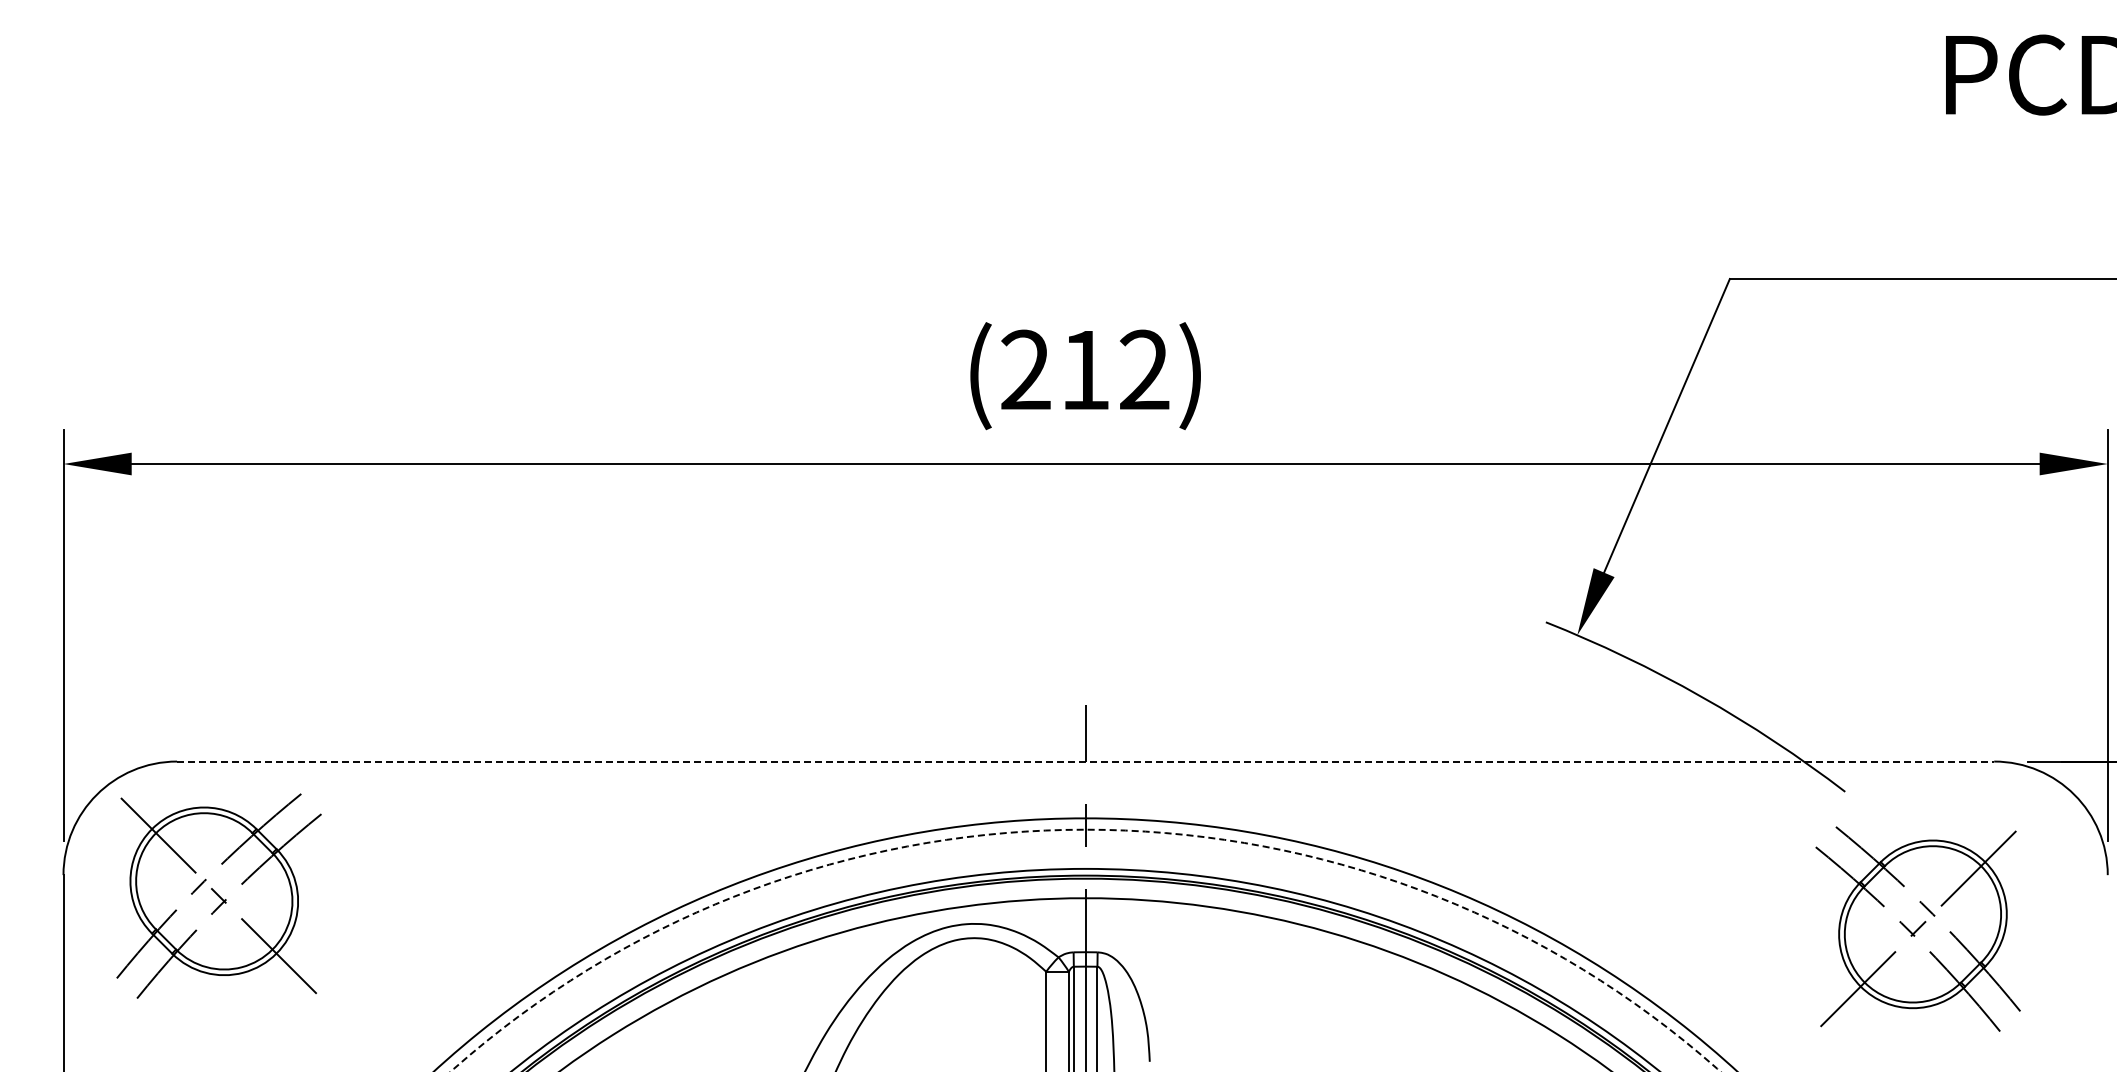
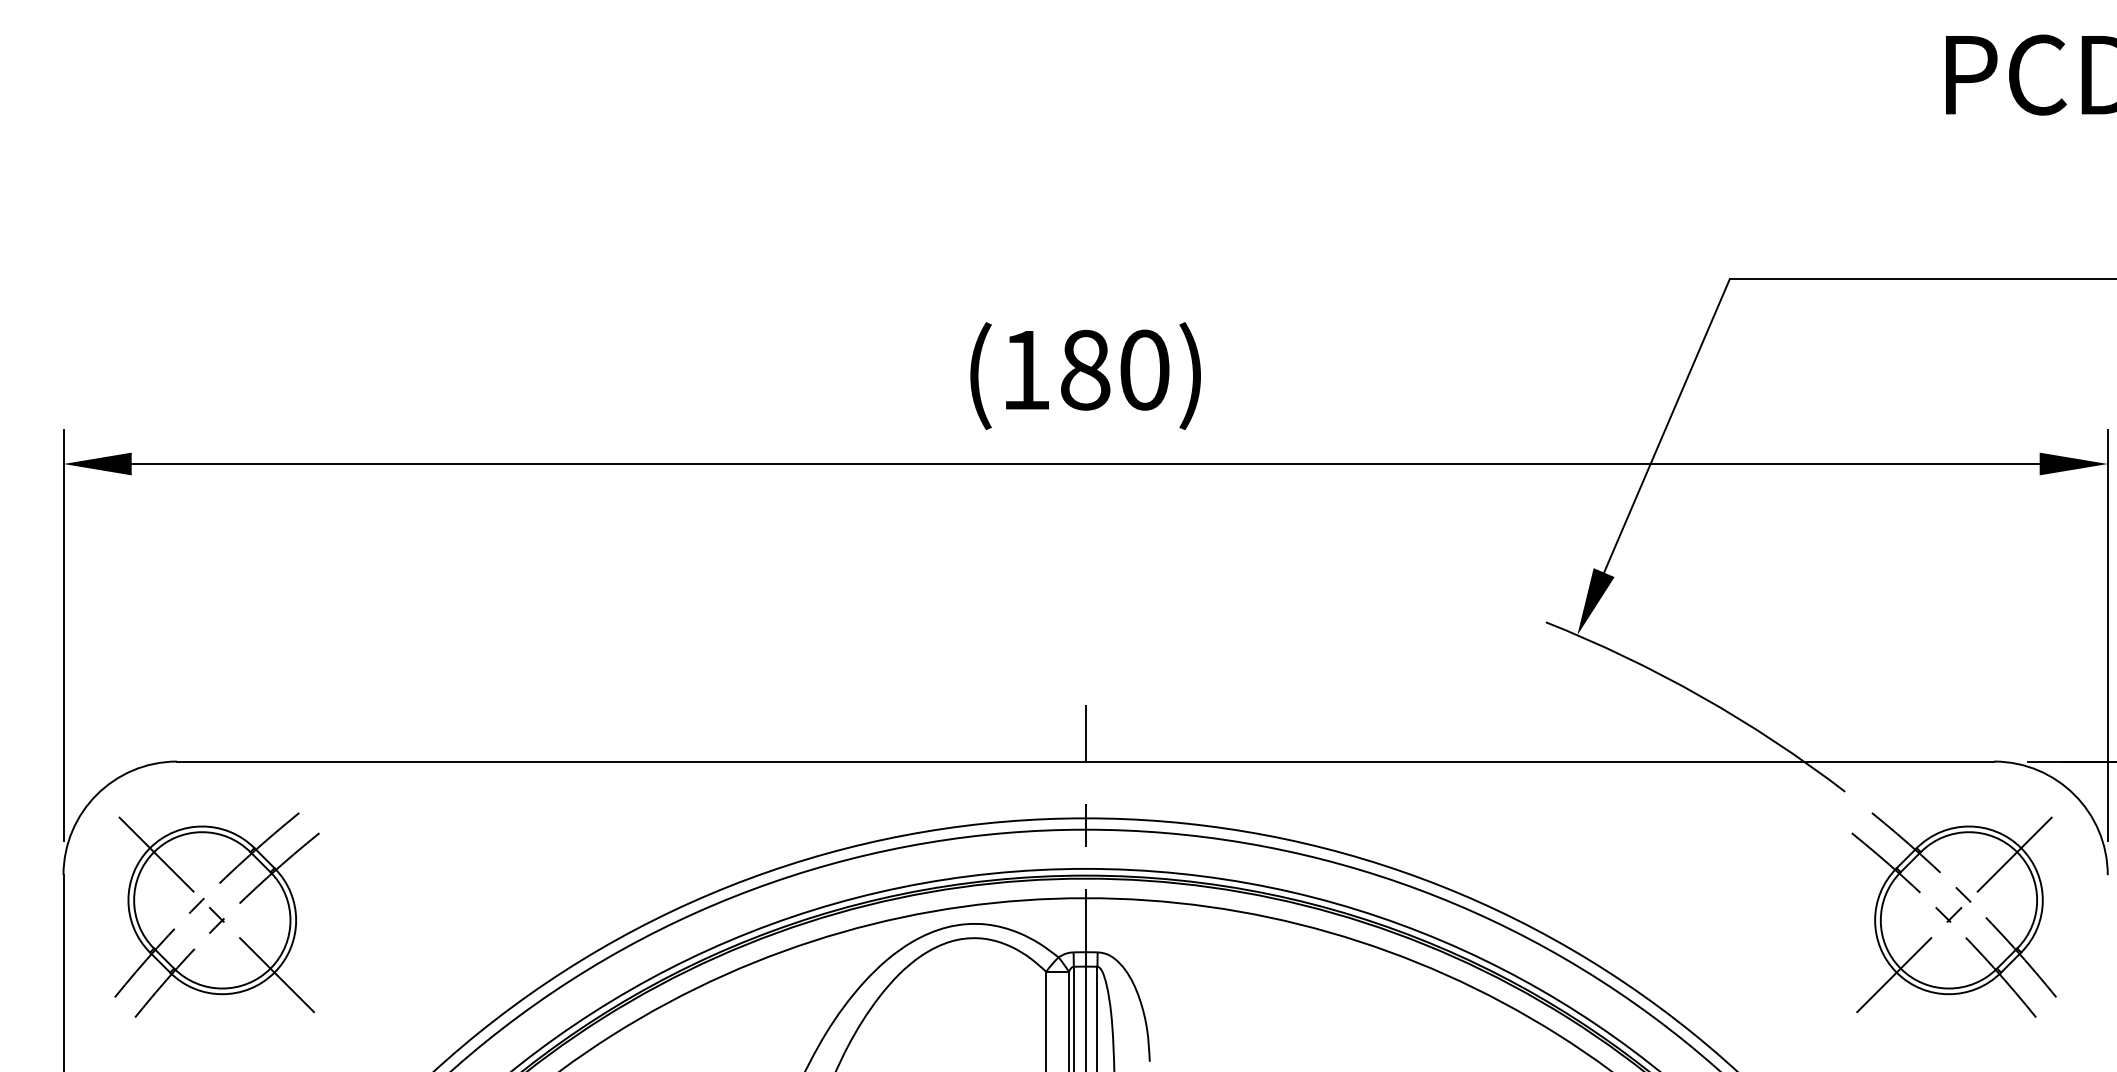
text at (1085, 369): (212) -> (180)
line at (1085, 761): dashed -> solid
arc at (1085, 829): dashed -> solid
part at (218, 895) position: (218, 895) -> (216, 914)
part at (1917, 928) position: (1917, 928) -> (1953, 914)
